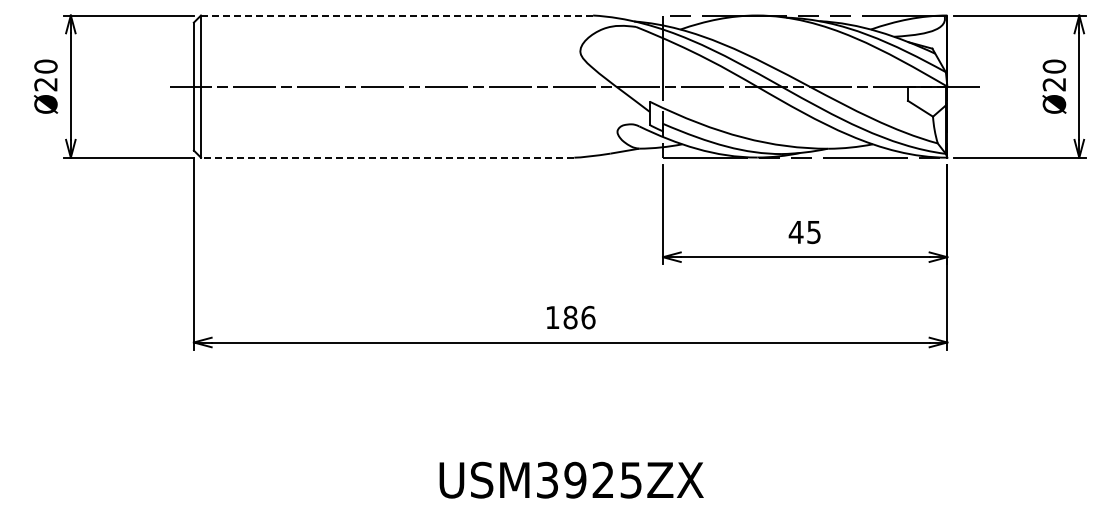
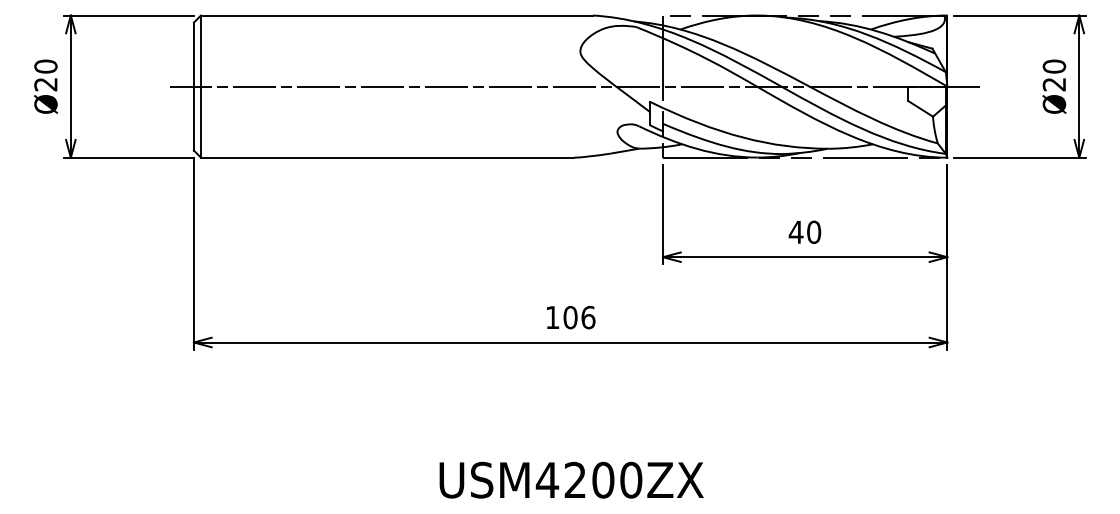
line at (396, 15): dashed -> solid
line at (387, 157): dashed -> solid
text at (814, 232): 45 -> 40
text at (570, 317): 186 -> 106
text at (588, 479): USM3925ZX -> USM4200ZX
